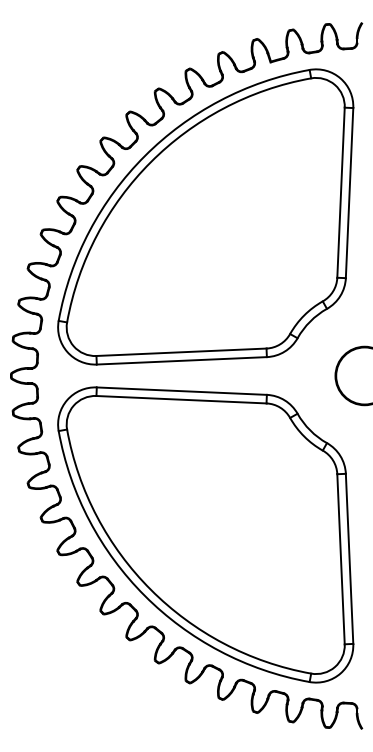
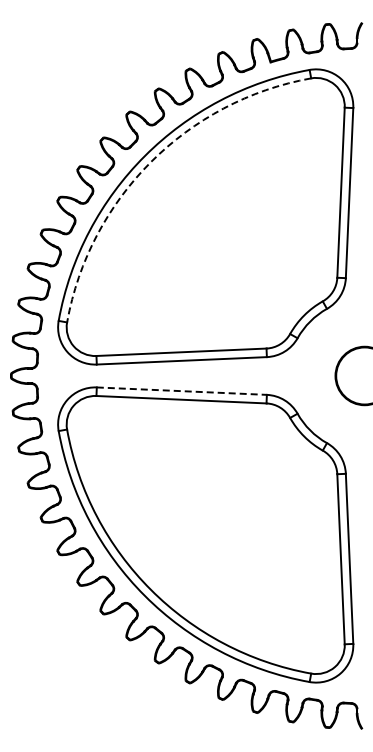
arc at (150, 162): solid -> dashed
line at (182, 391): solid -> dashed
